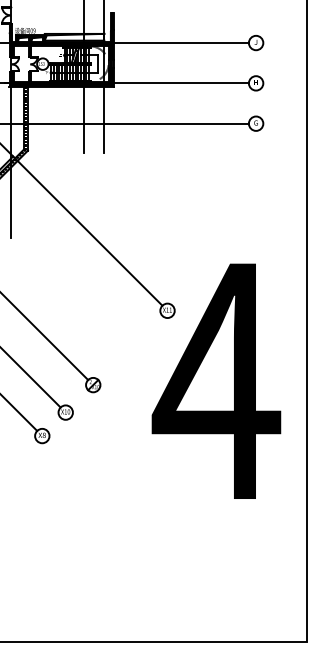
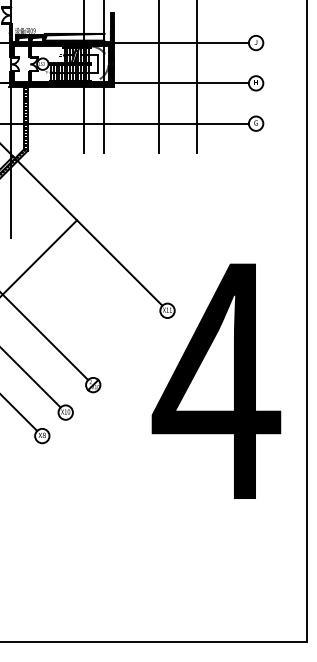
line at (158, 77): none -> present
line at (197, 77): none -> present
line at (39, 257): none -> present
